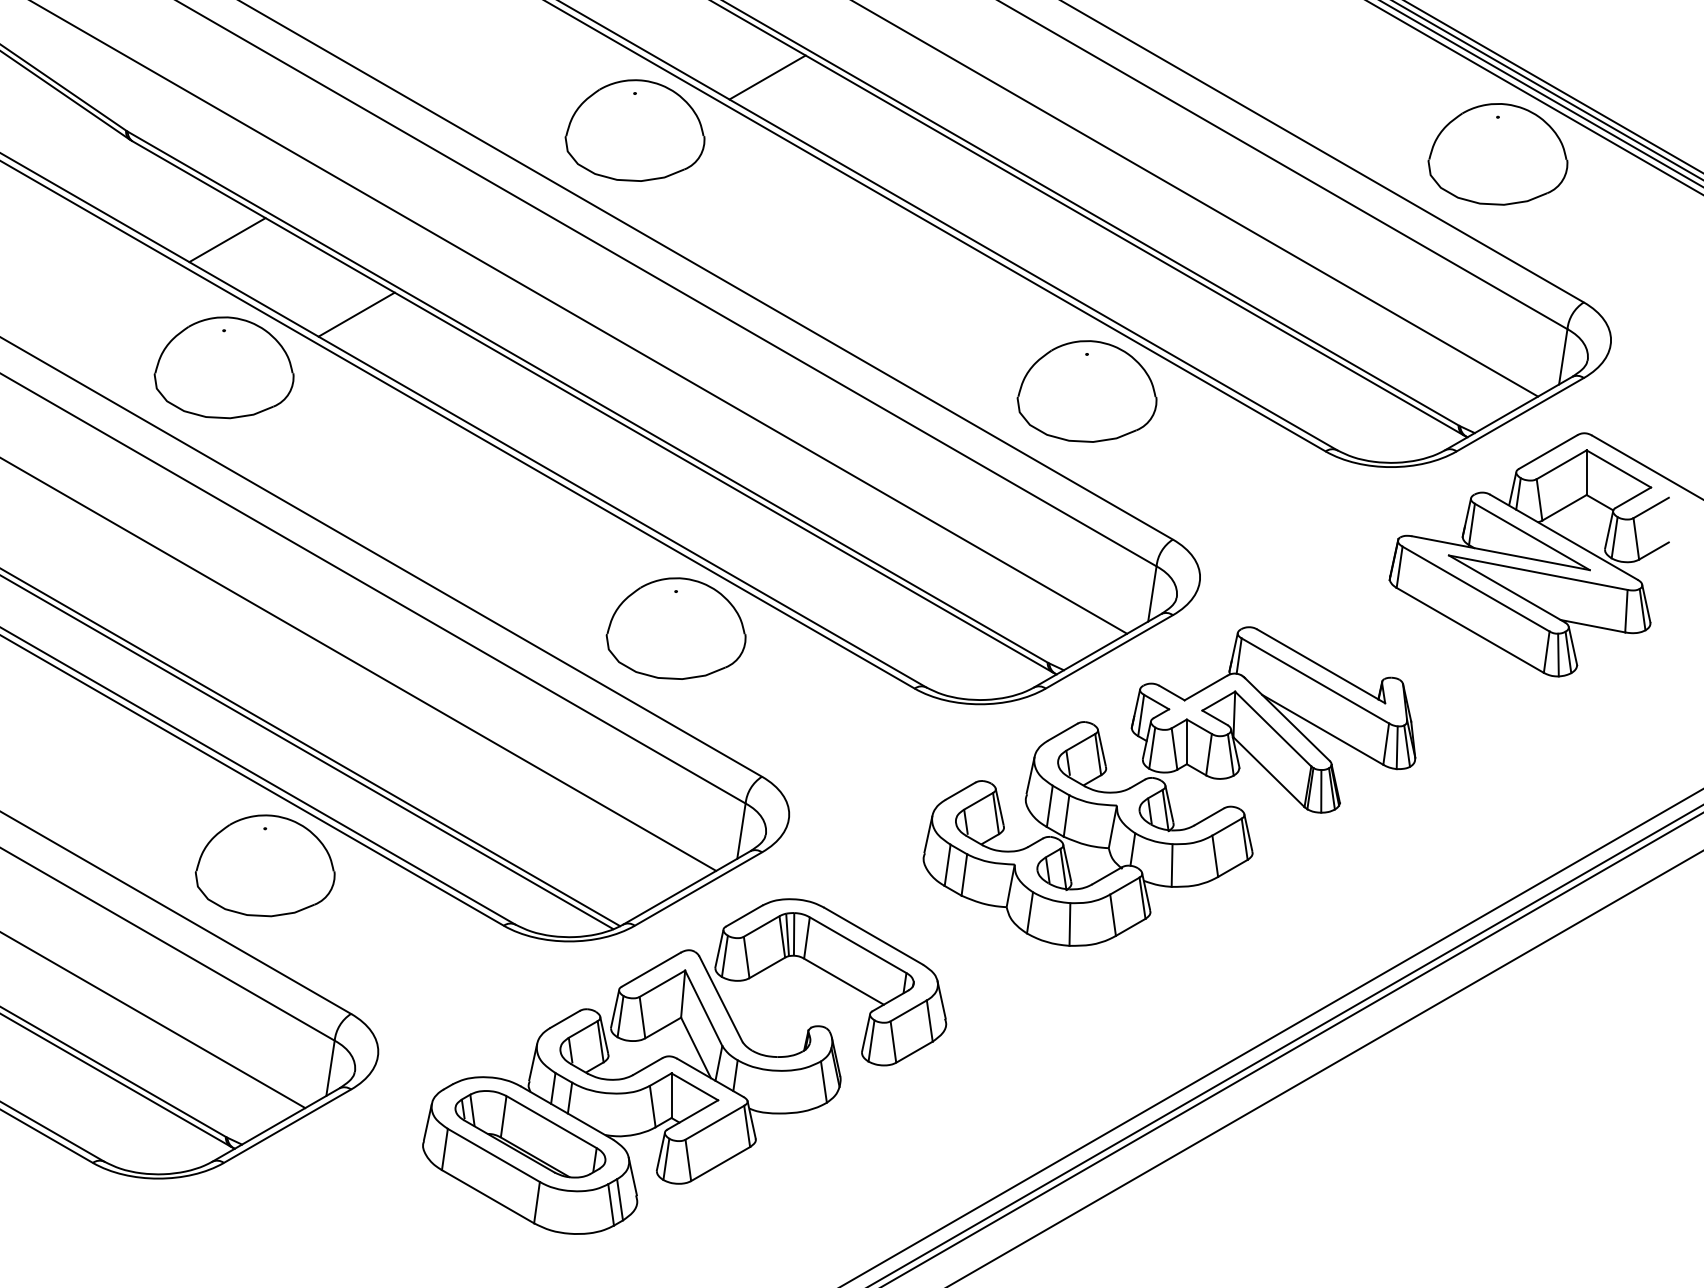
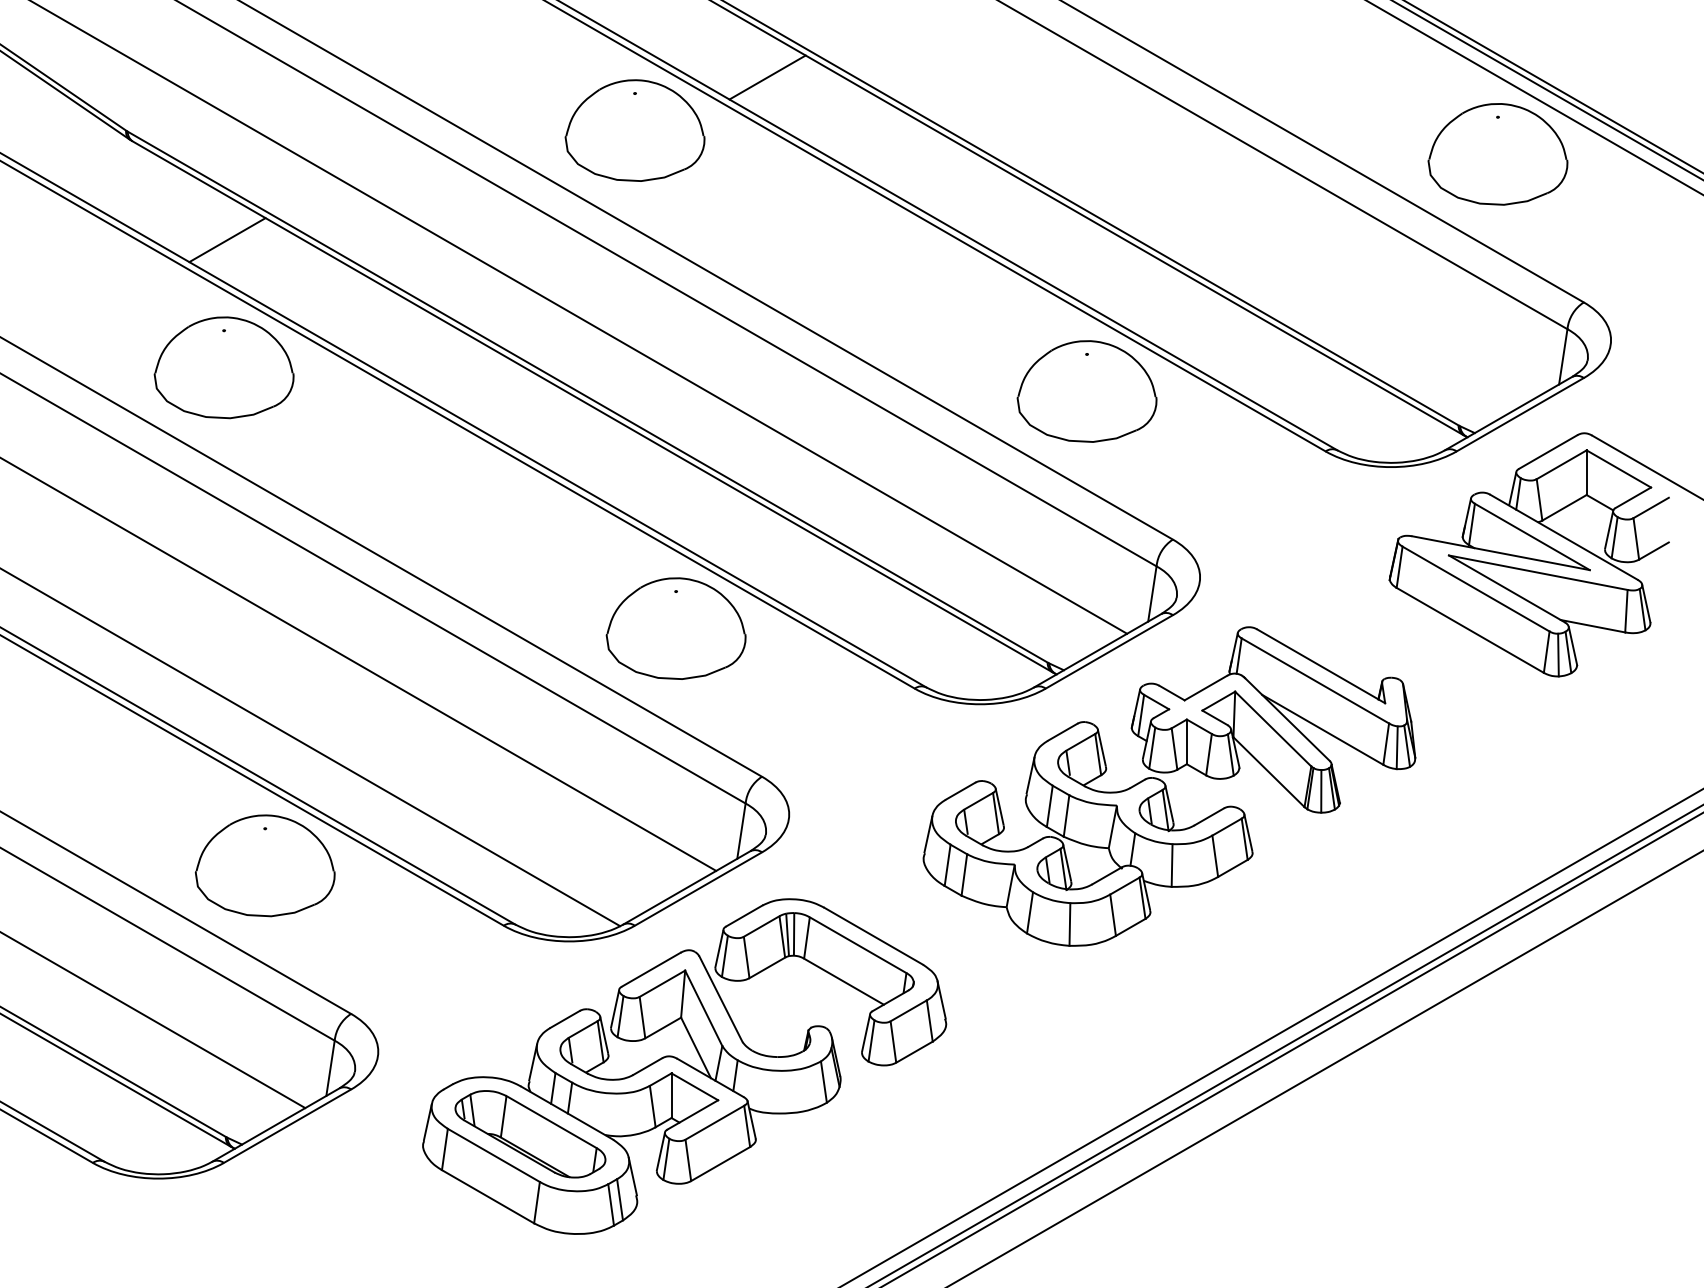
line at (1541, 93): present -> none
line at (1196, 199): present -> none
line at (356, 314): present -> none
line at (307, 752): present -> none
